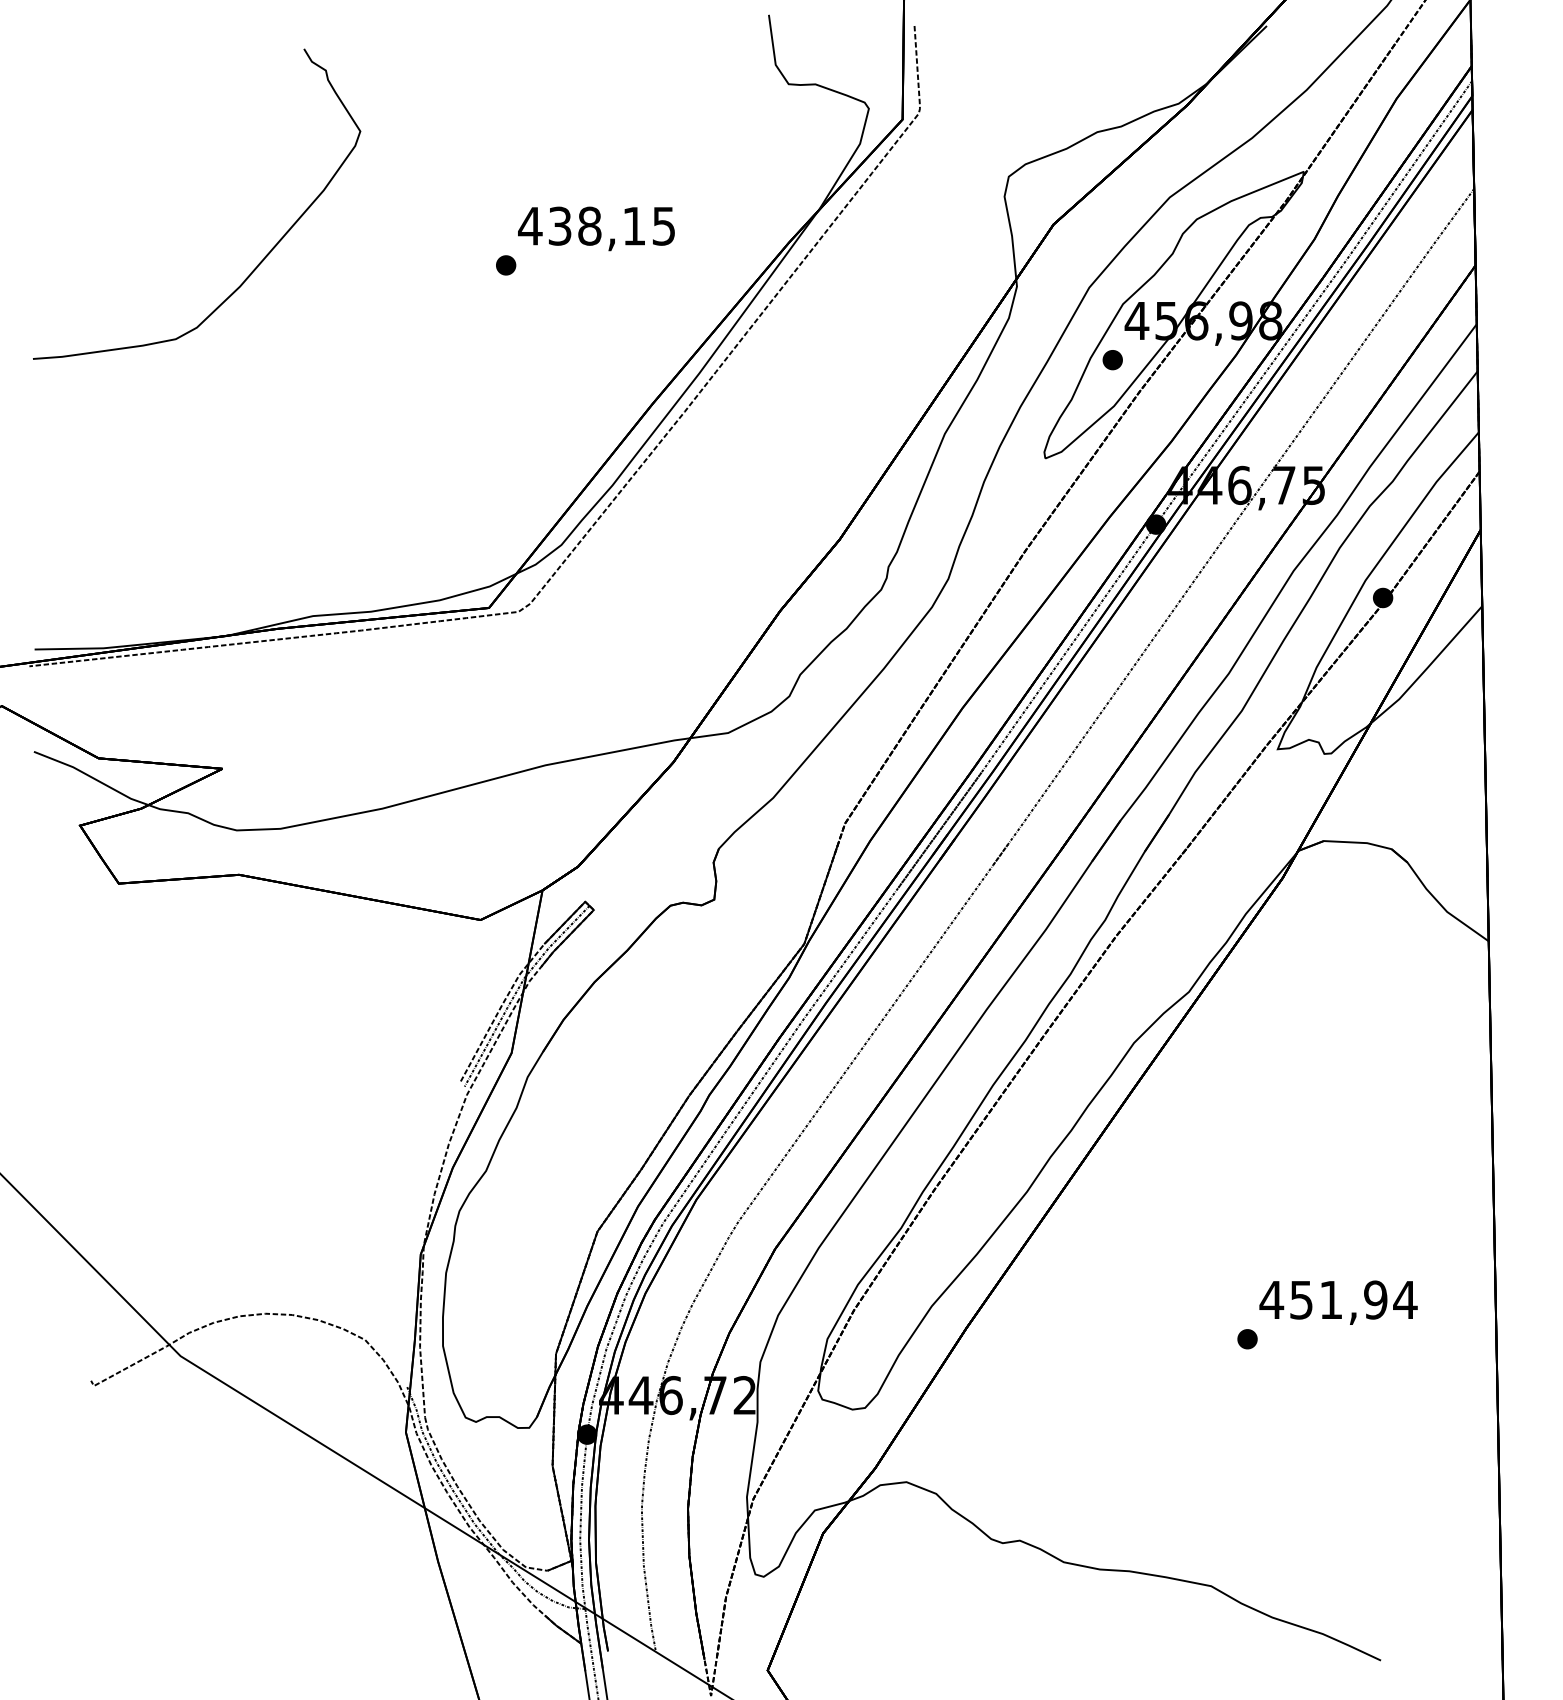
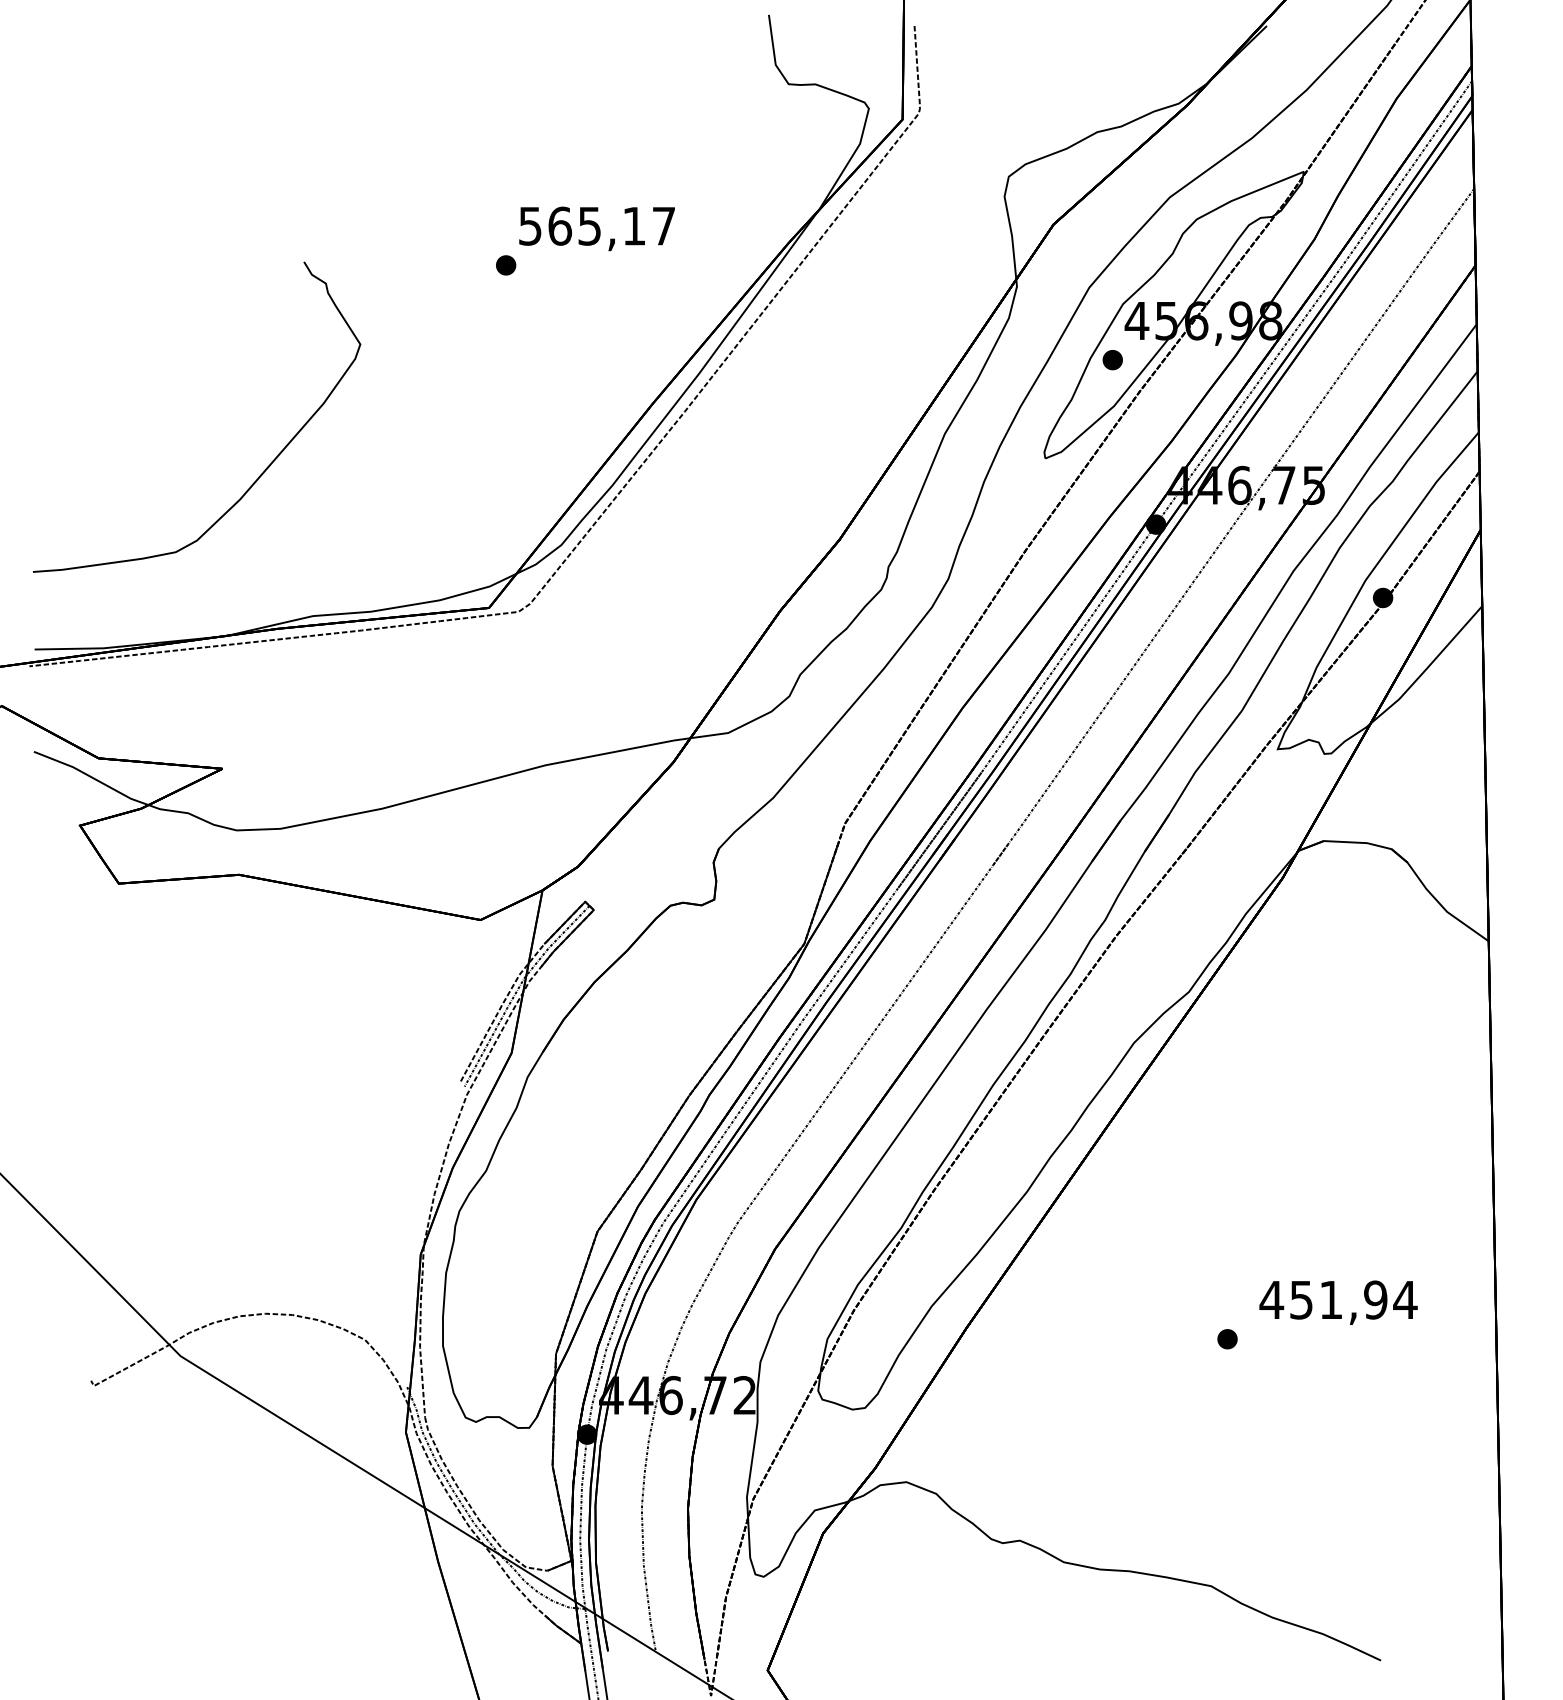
text at (596, 225): 438,15 -> 565,17
curve at (258, 263) position: (258, 263) -> (258, 476)
part at (1247, 1339) position: (1247, 1339) -> (1227, 1339)
